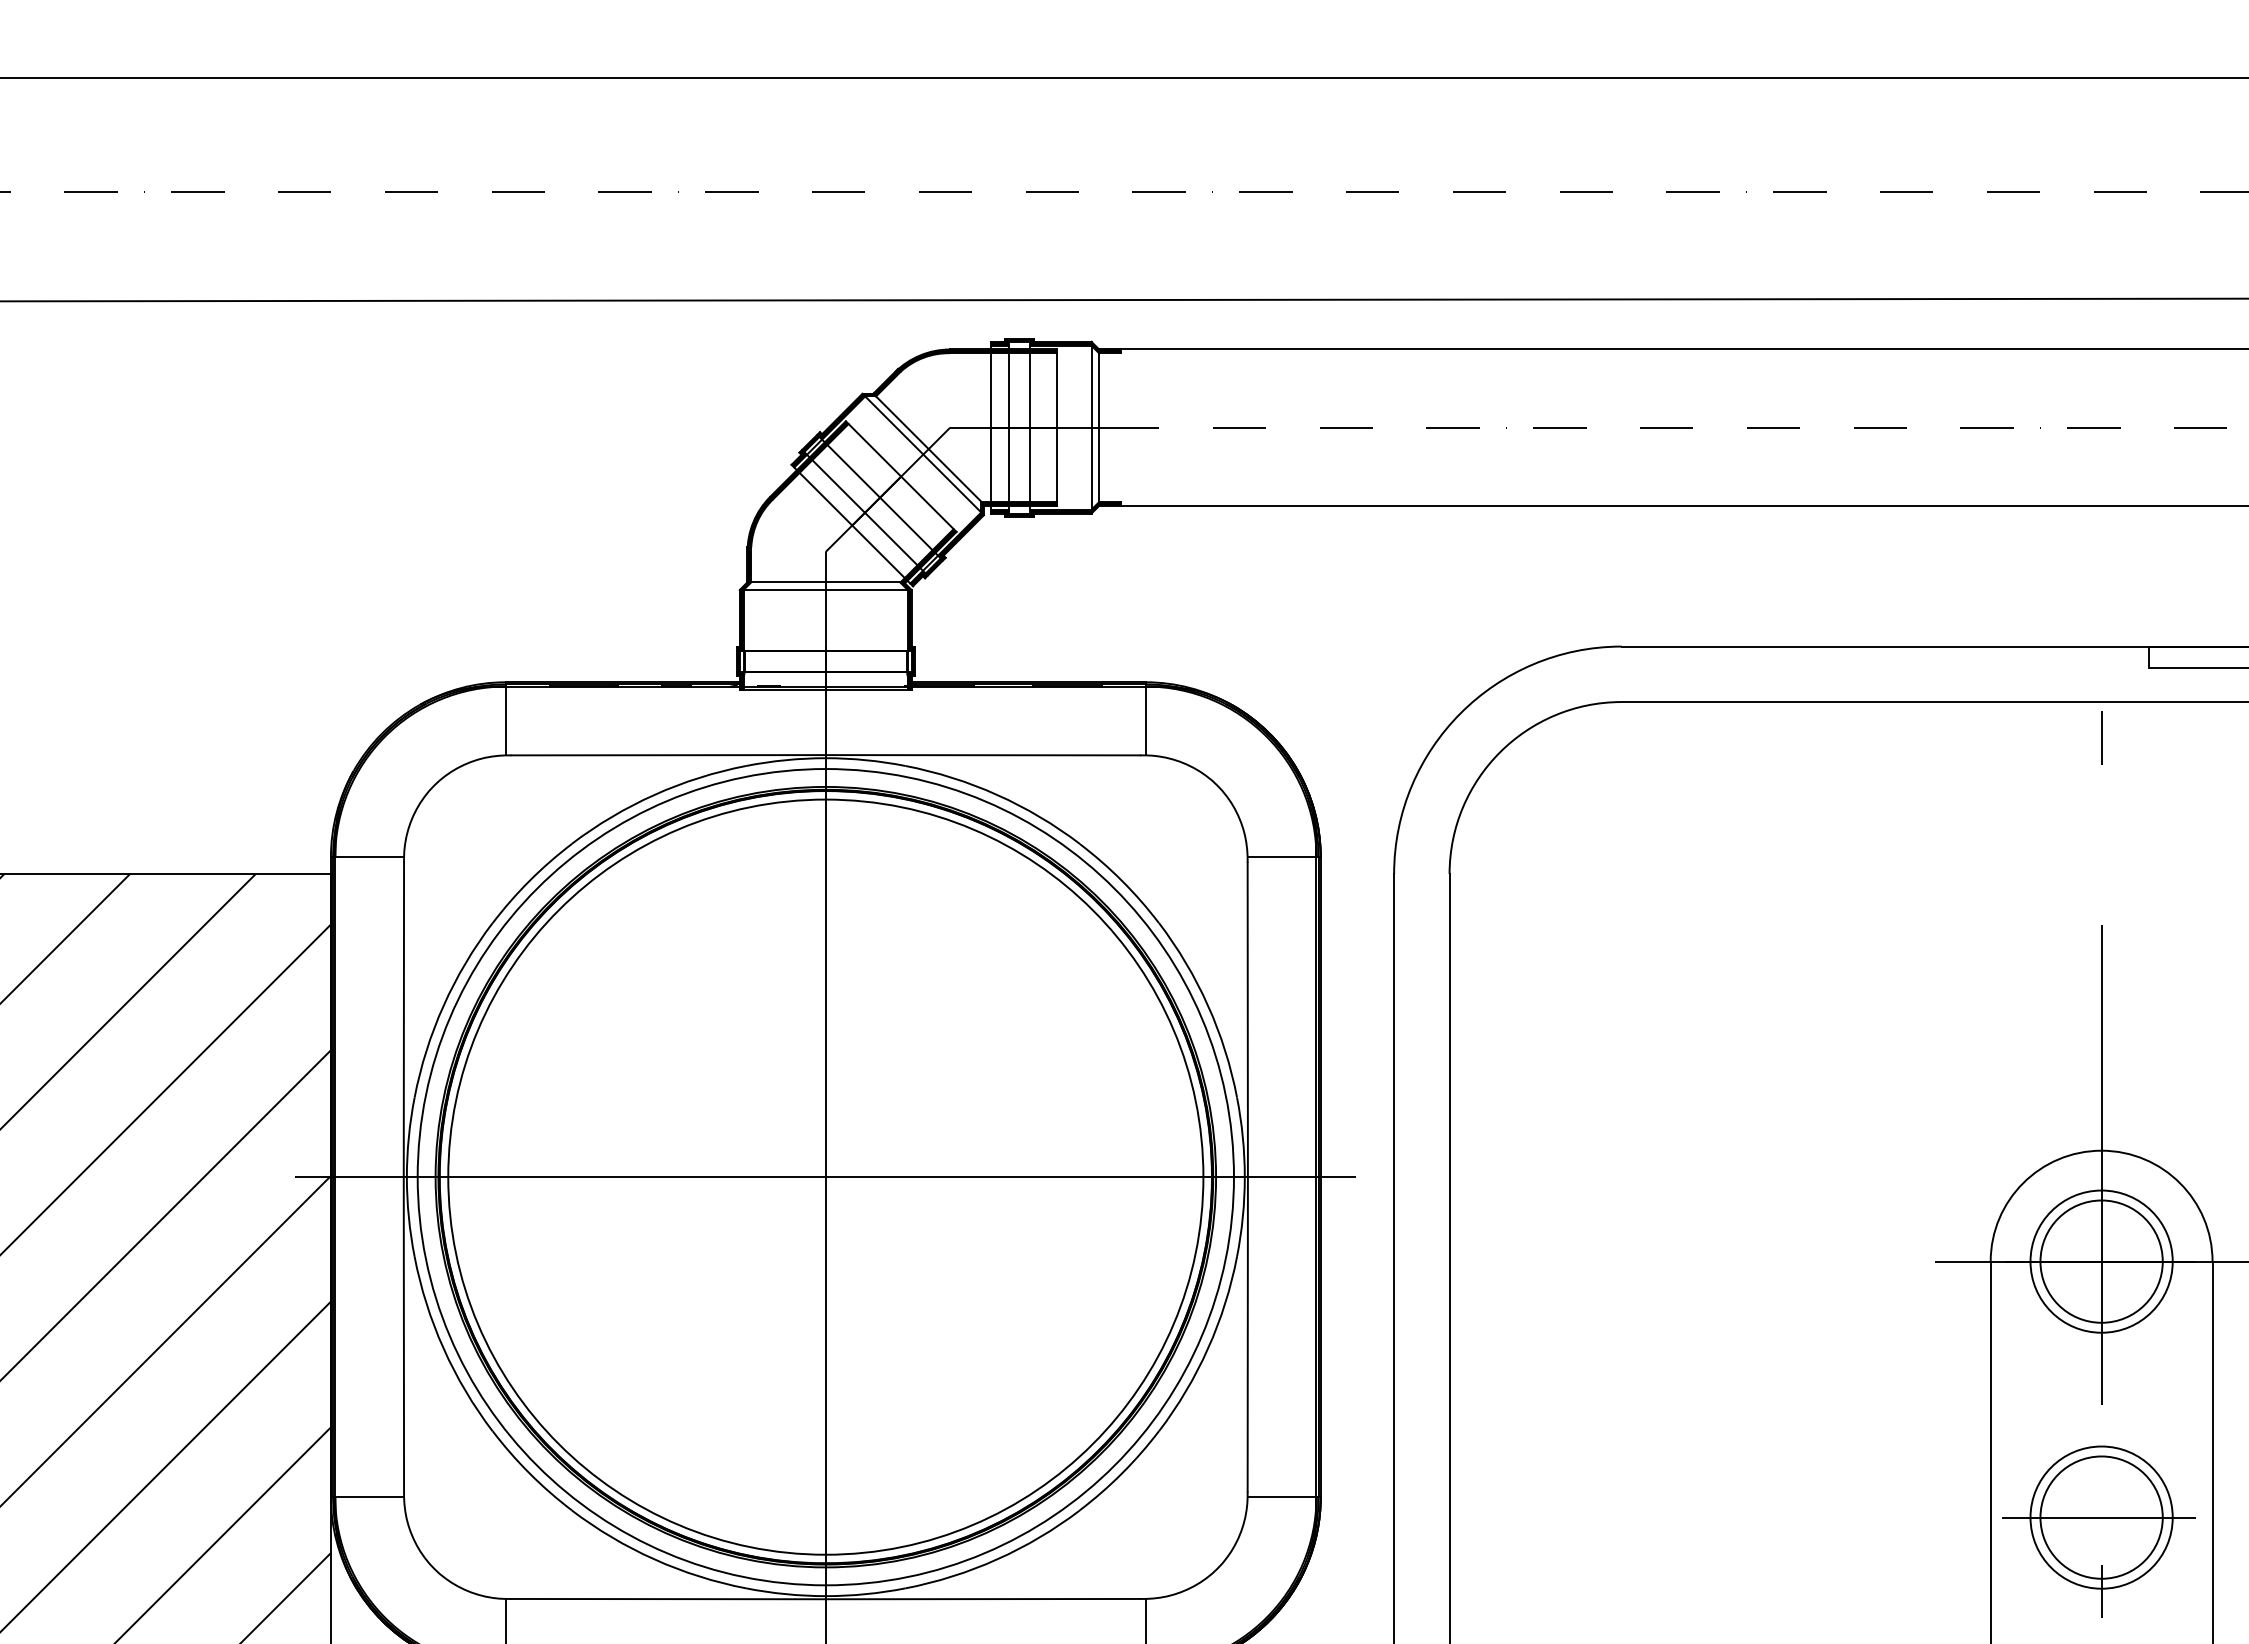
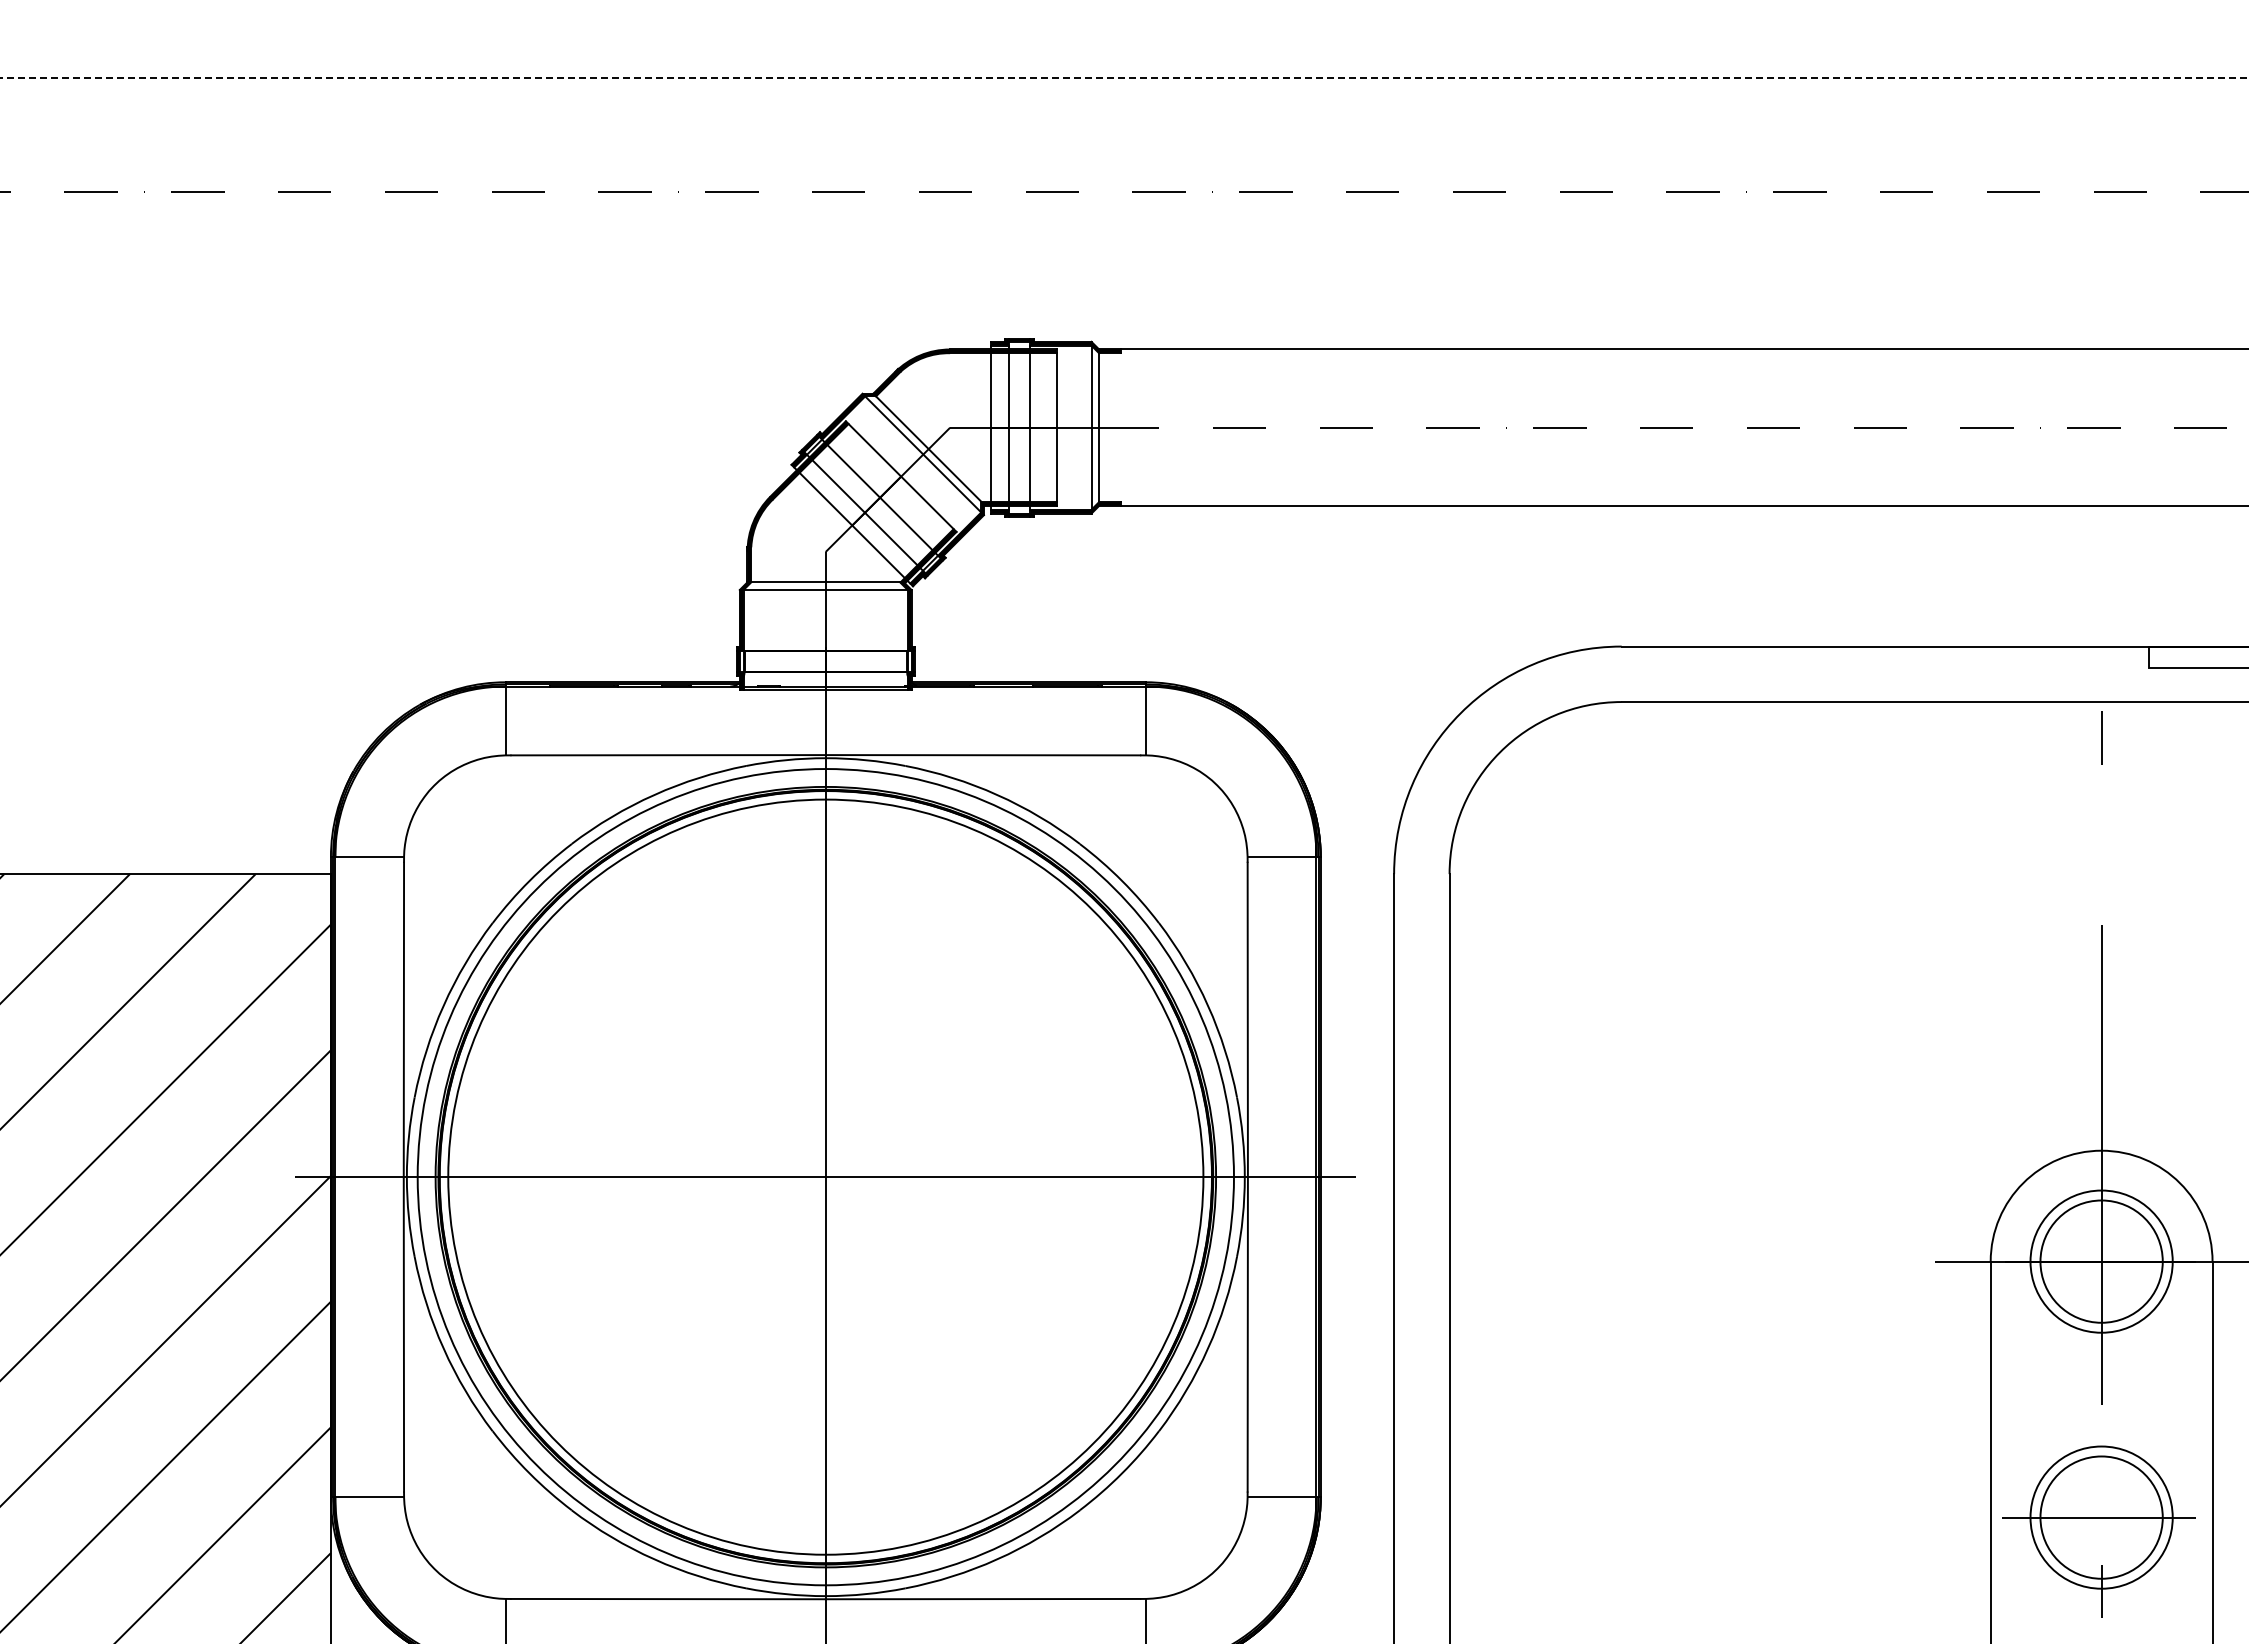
line at (1123, 78): solid -> dashed
line at (1123, 299): present -> none
